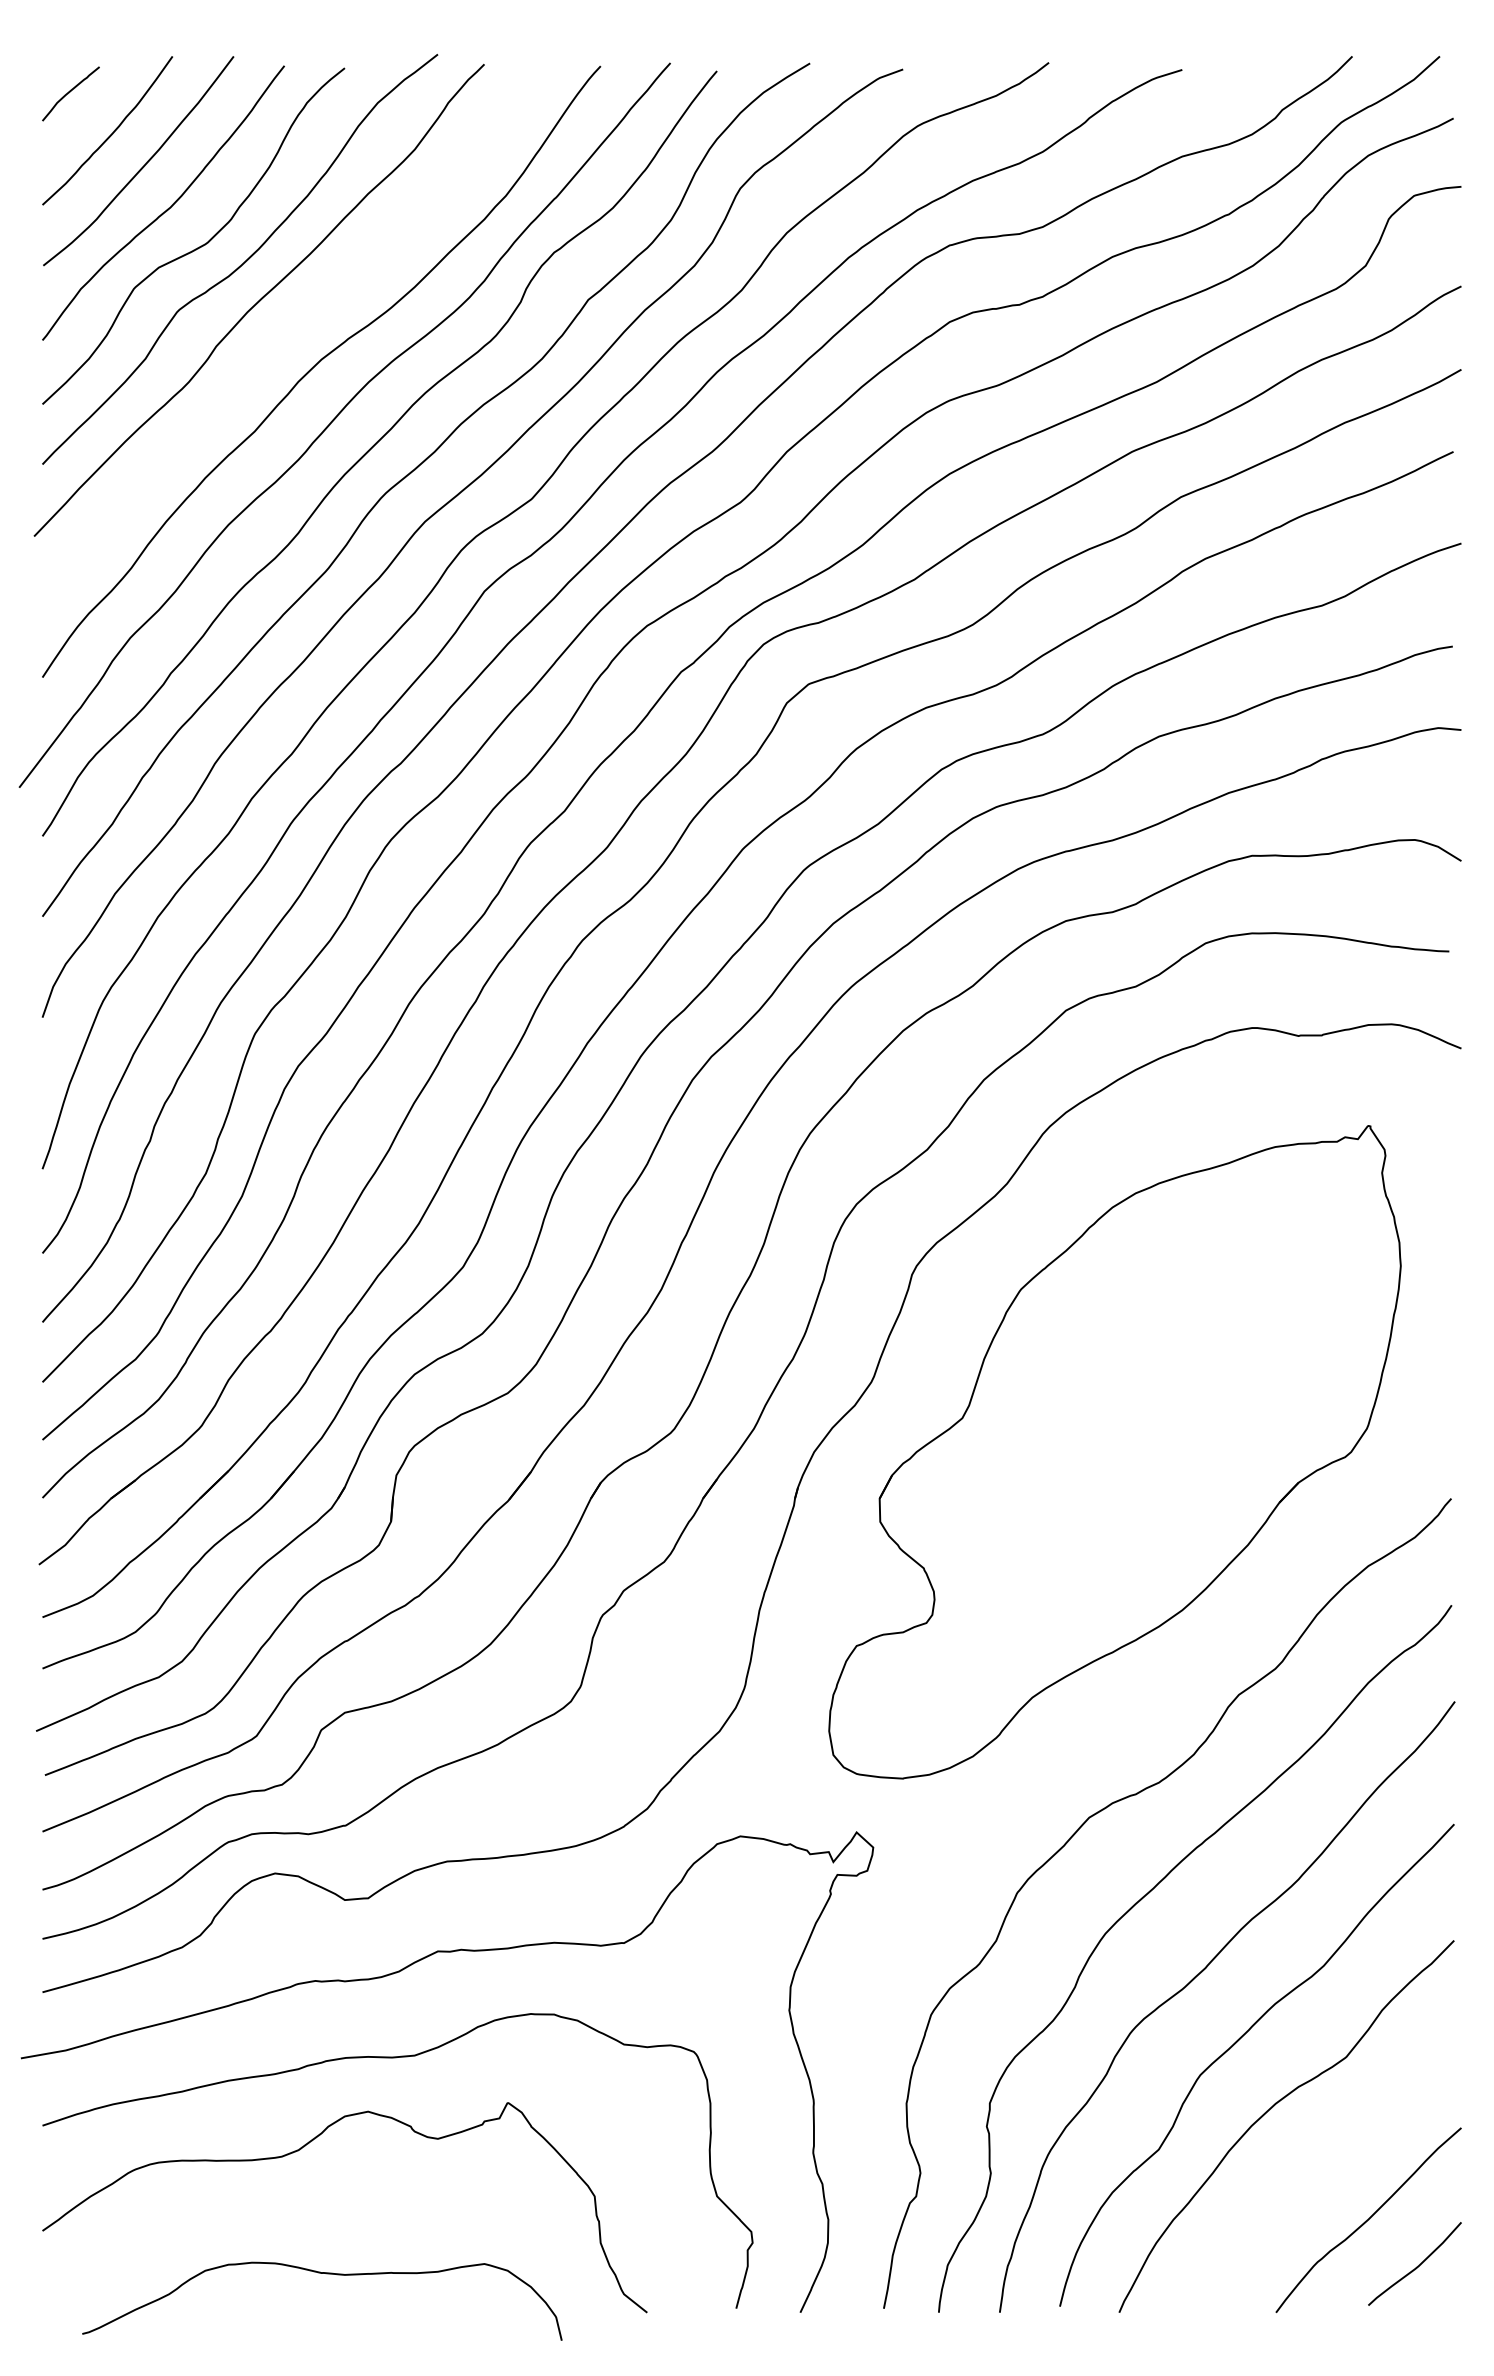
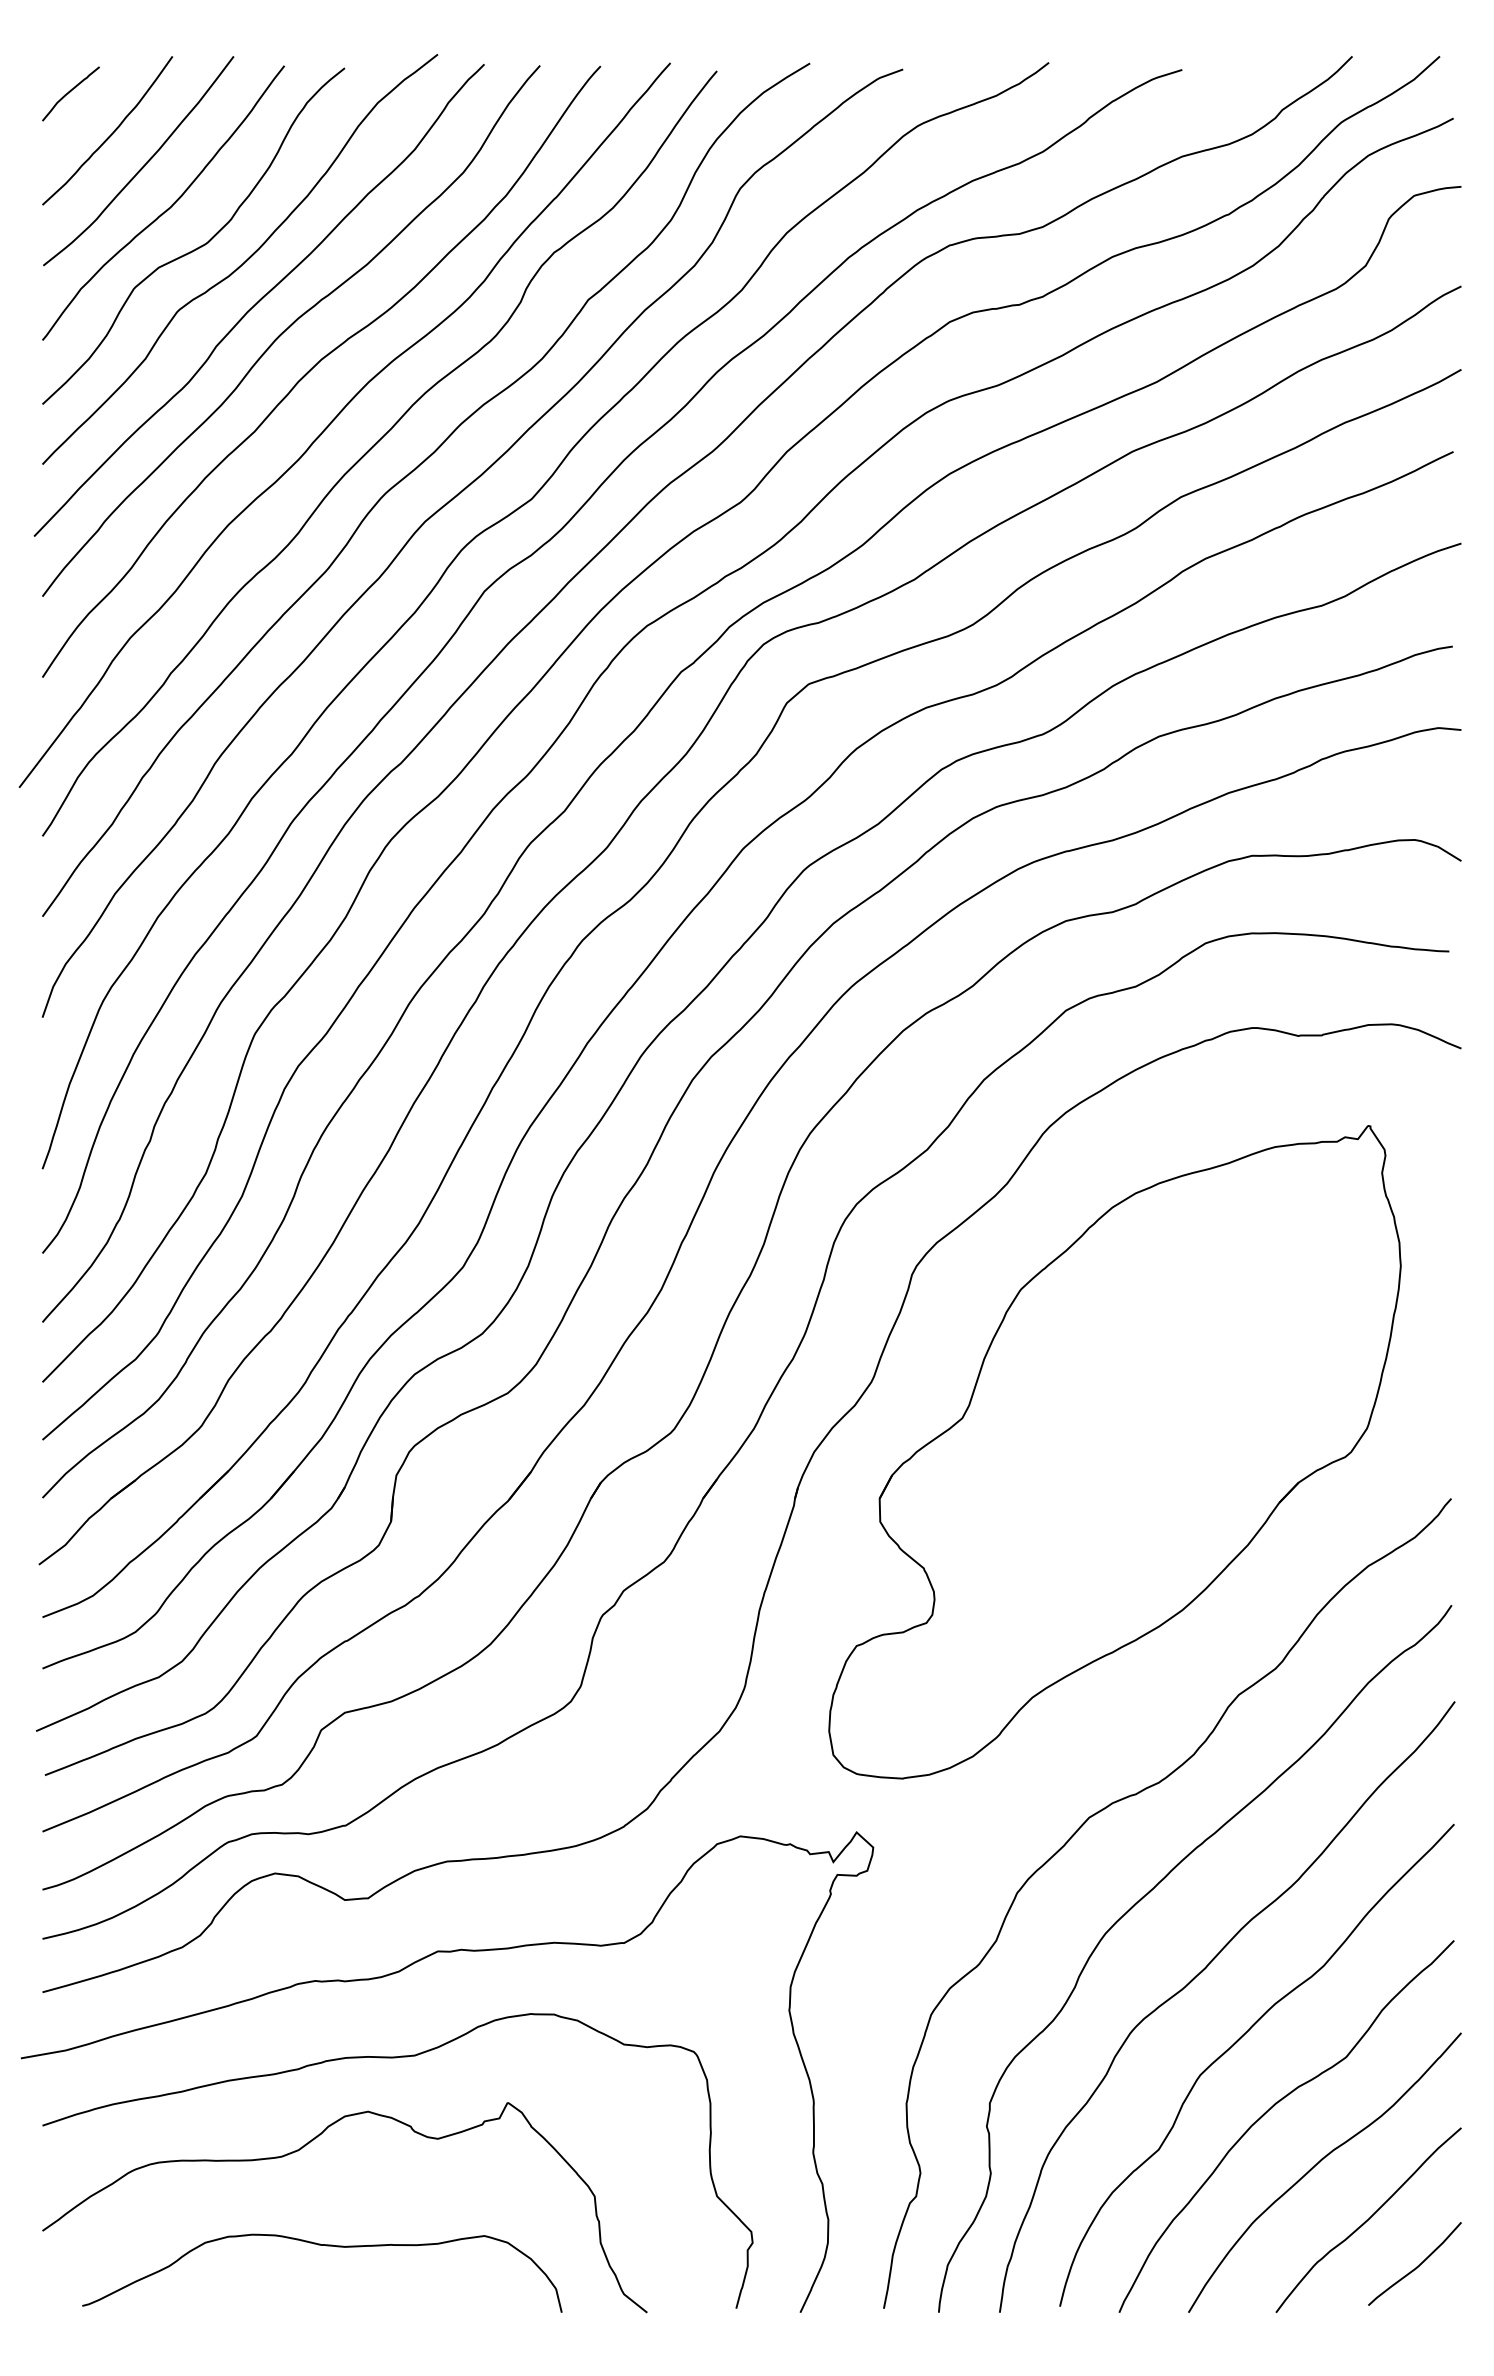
curve at (289, 328): none -> present
curve at (1319, 2163): none -> present
curve at (326, 2274) position: (326, 2274) -> (326, 2246)
